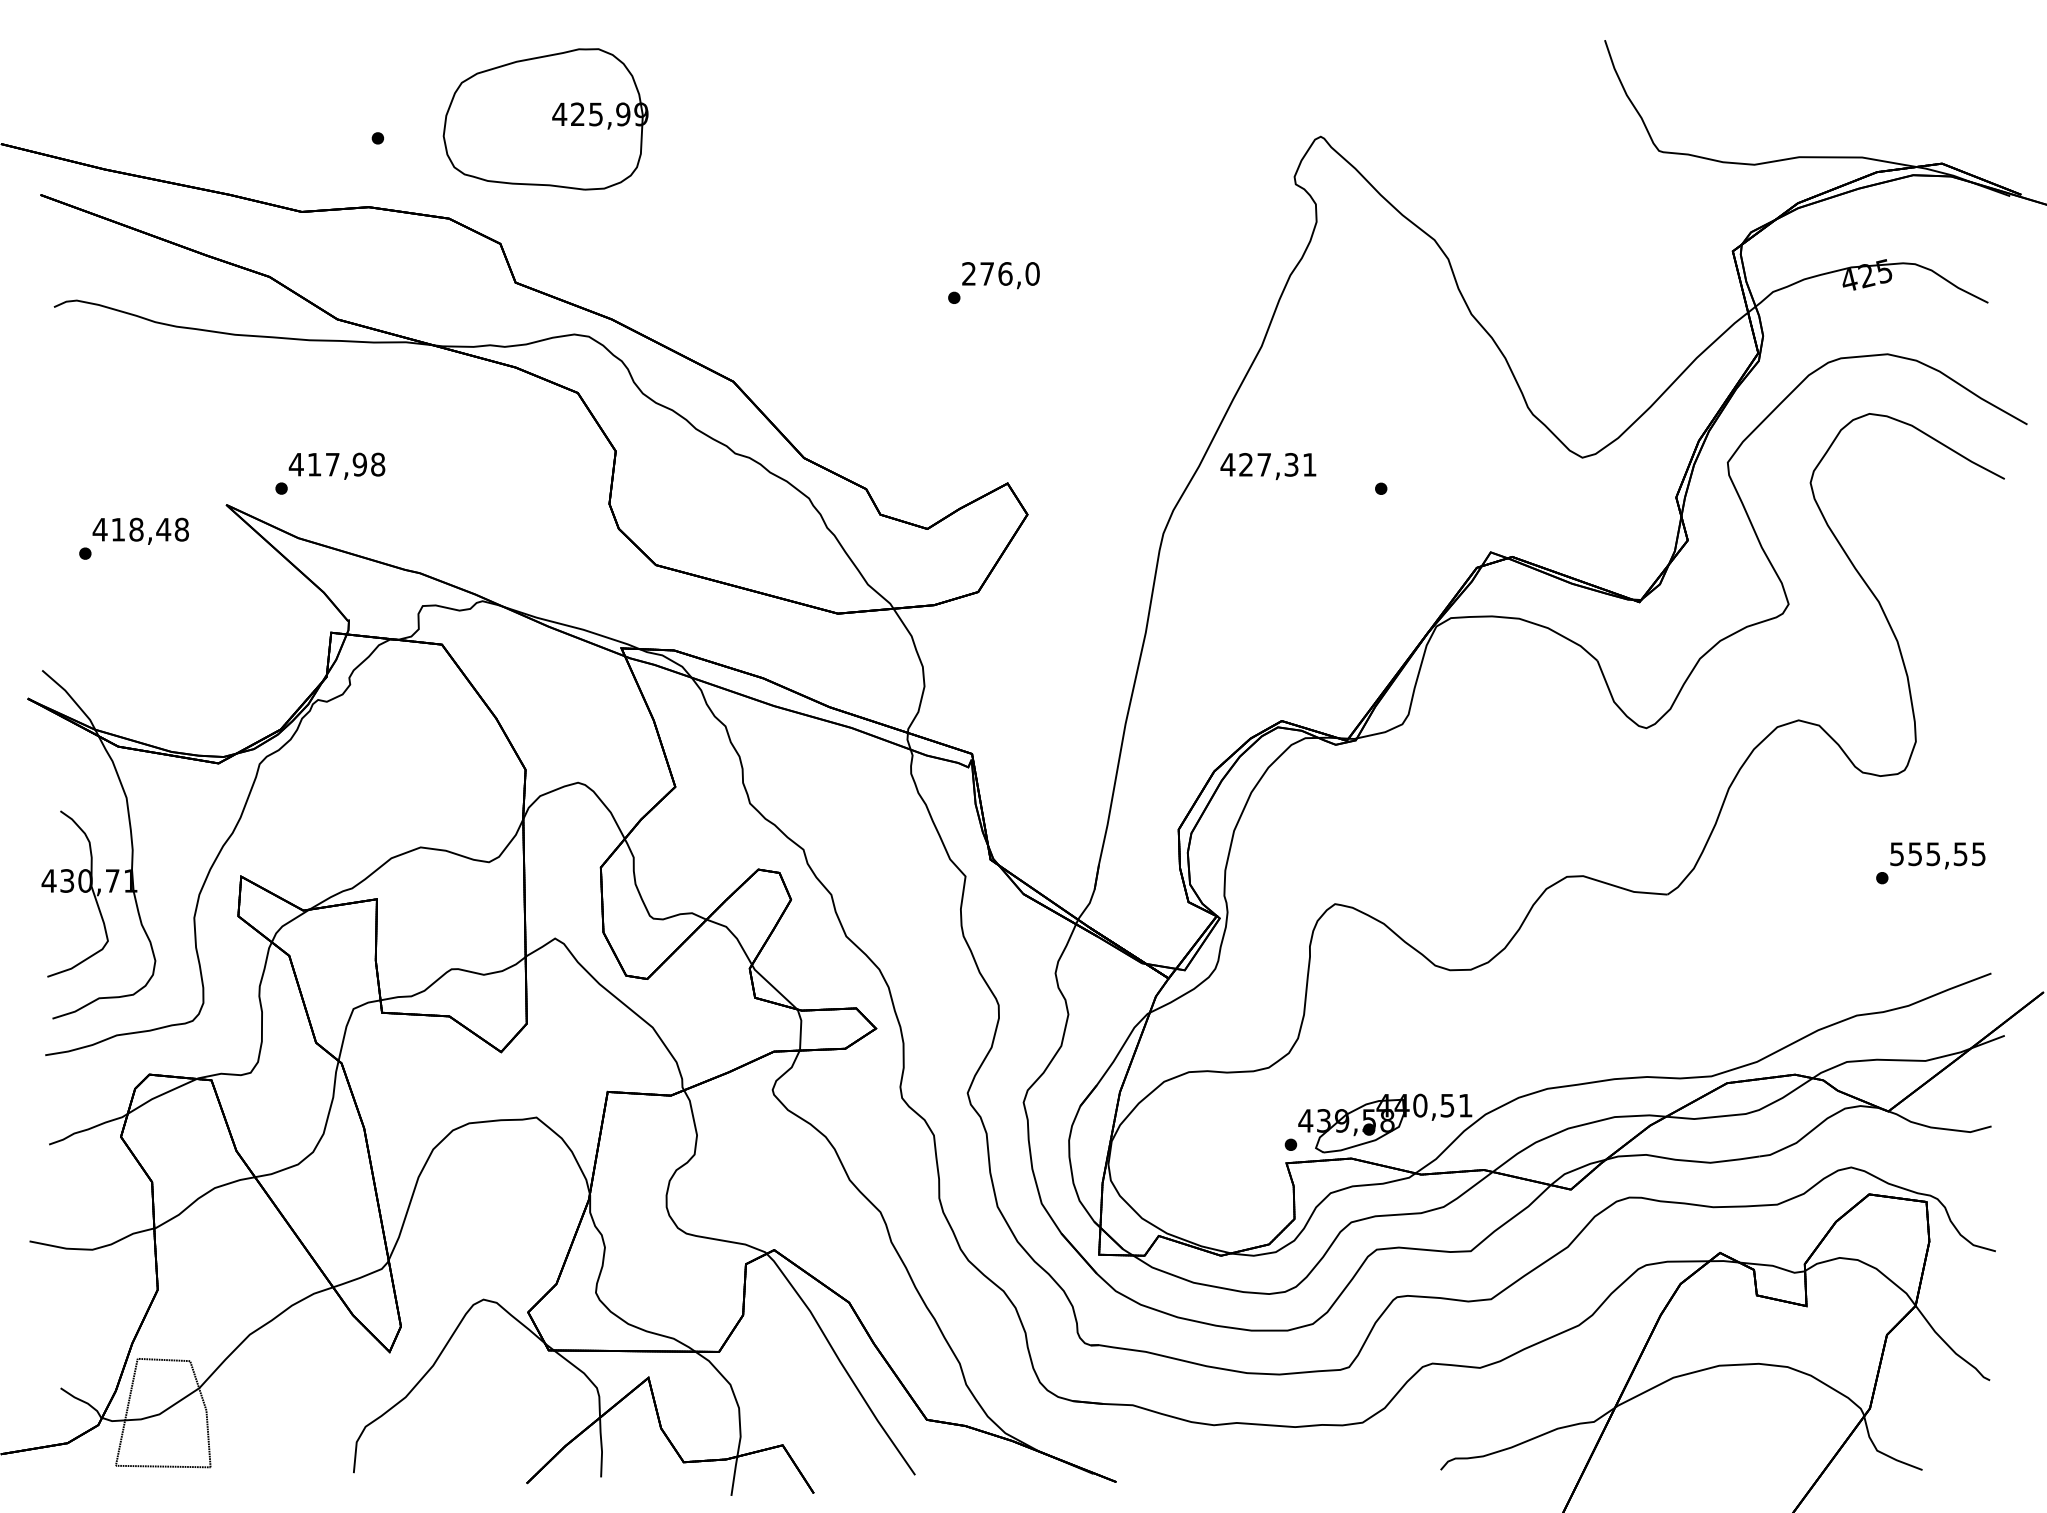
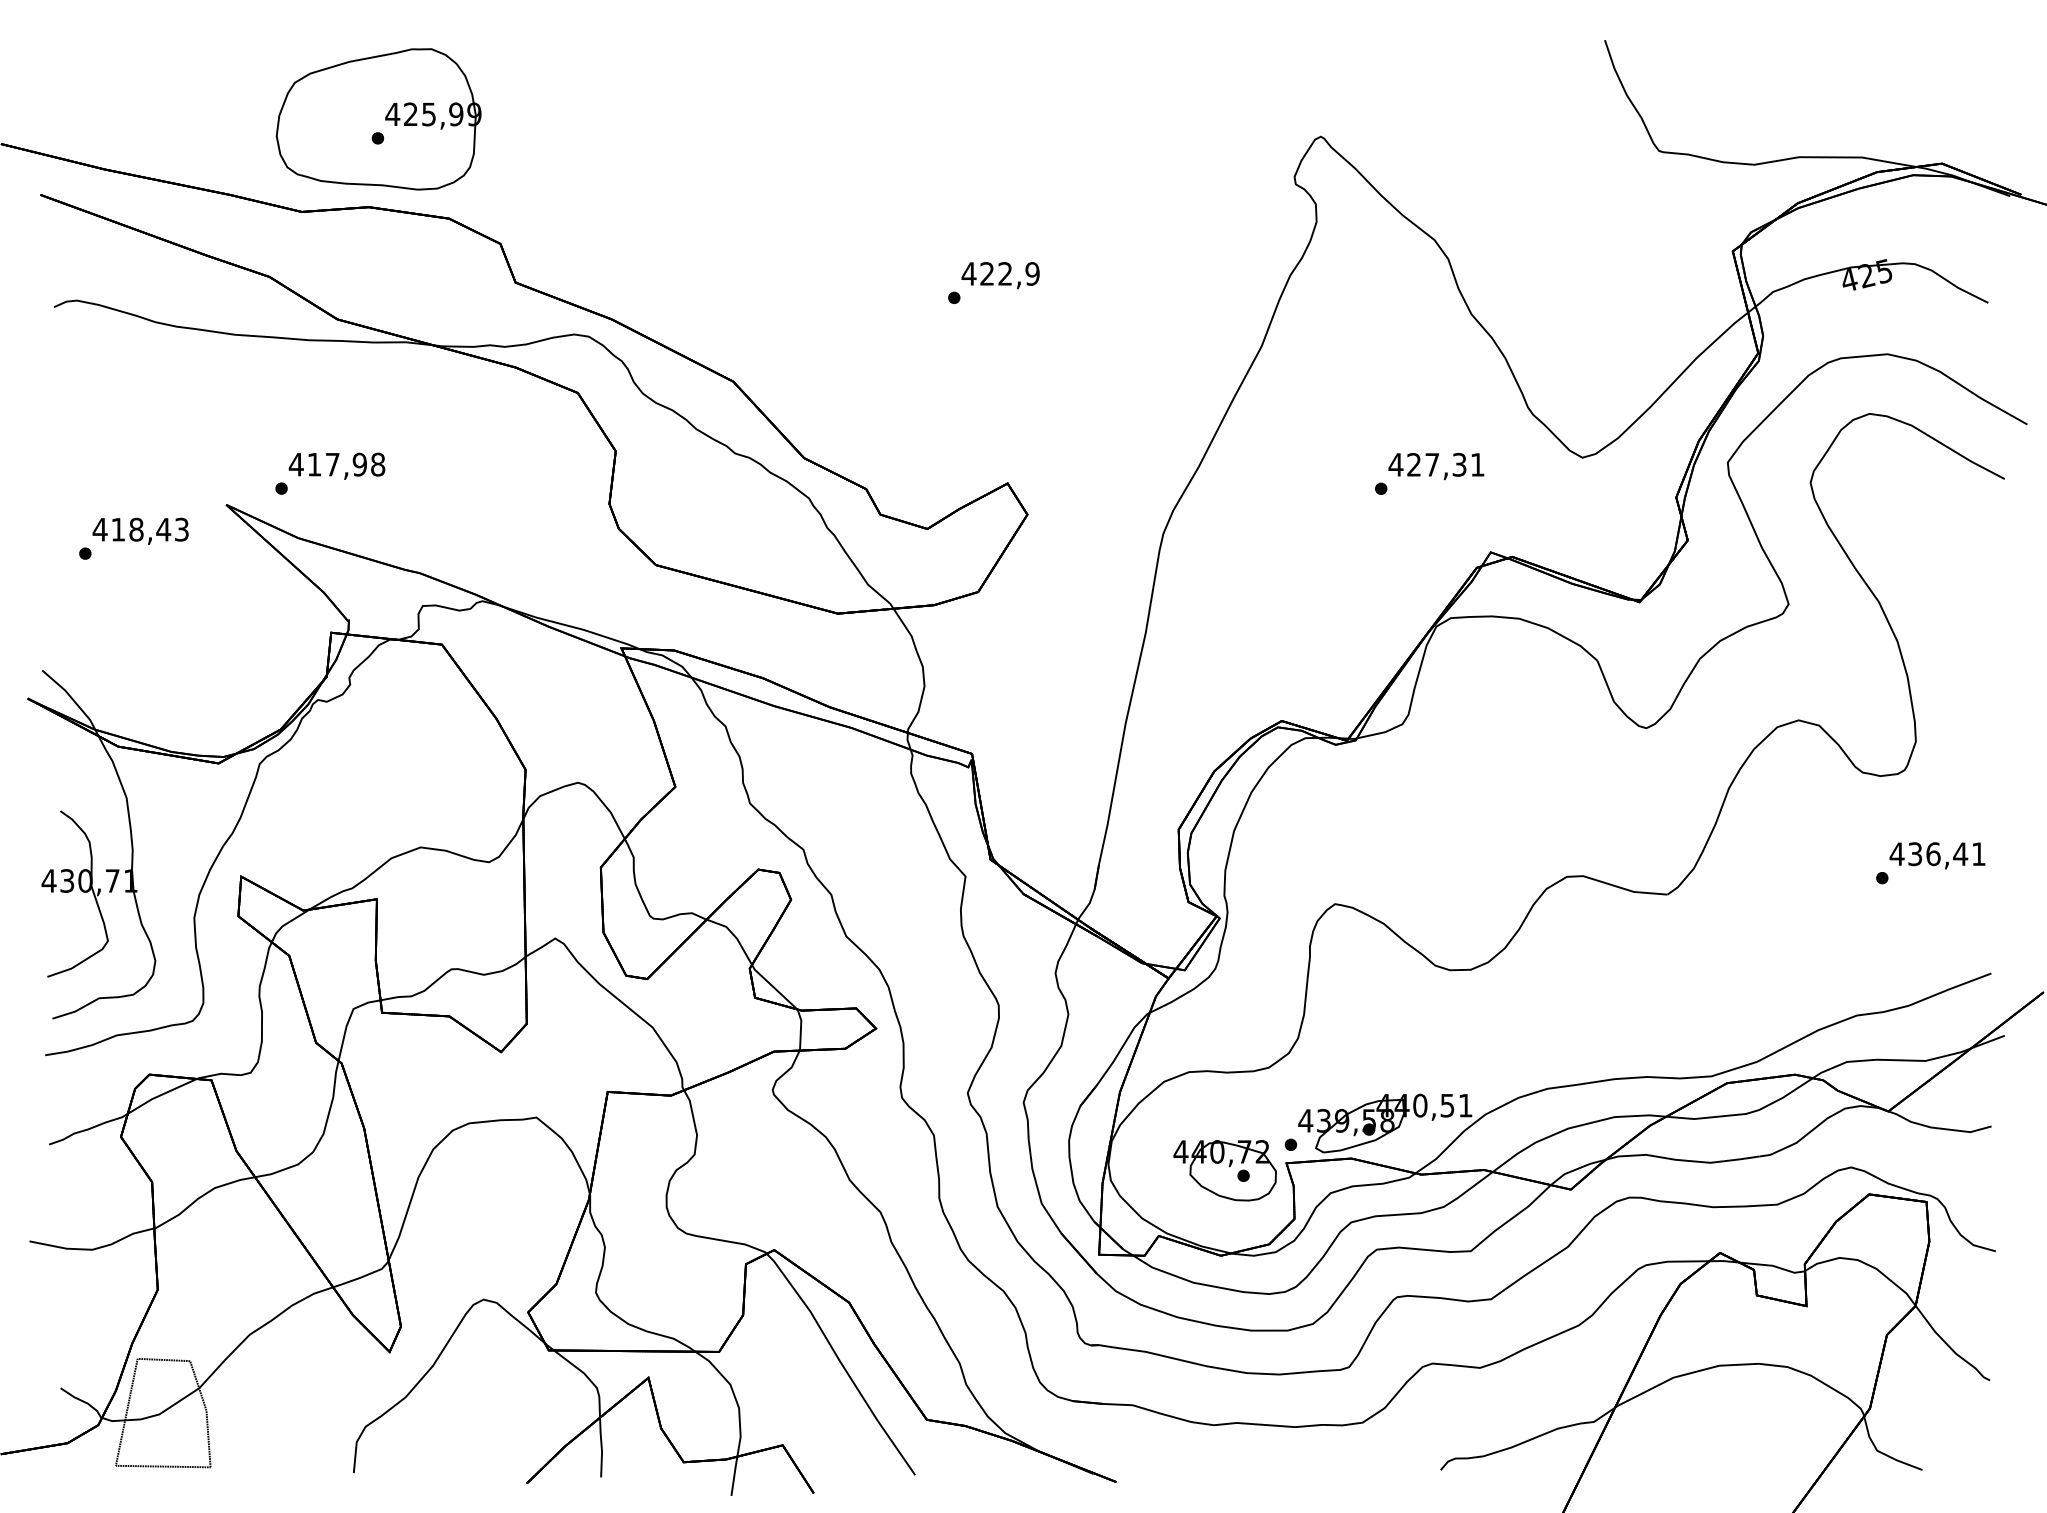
part at (545, 119) position: (545, 119) -> (378, 119)
text at (1000, 273): 276,0 -> 422,9
text at (1268, 466) position: (1268, 466) -> (1436, 466)
text at (181, 529): 418,48 -> 418,43
text at (1937, 854): 555,55 -> 436,41
part at (1224, 1170): none -> present
